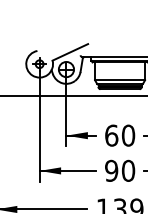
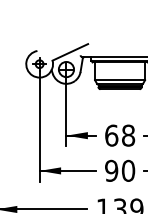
line at (73, 96): present -> none
text at (128, 135): 60 -> 68
